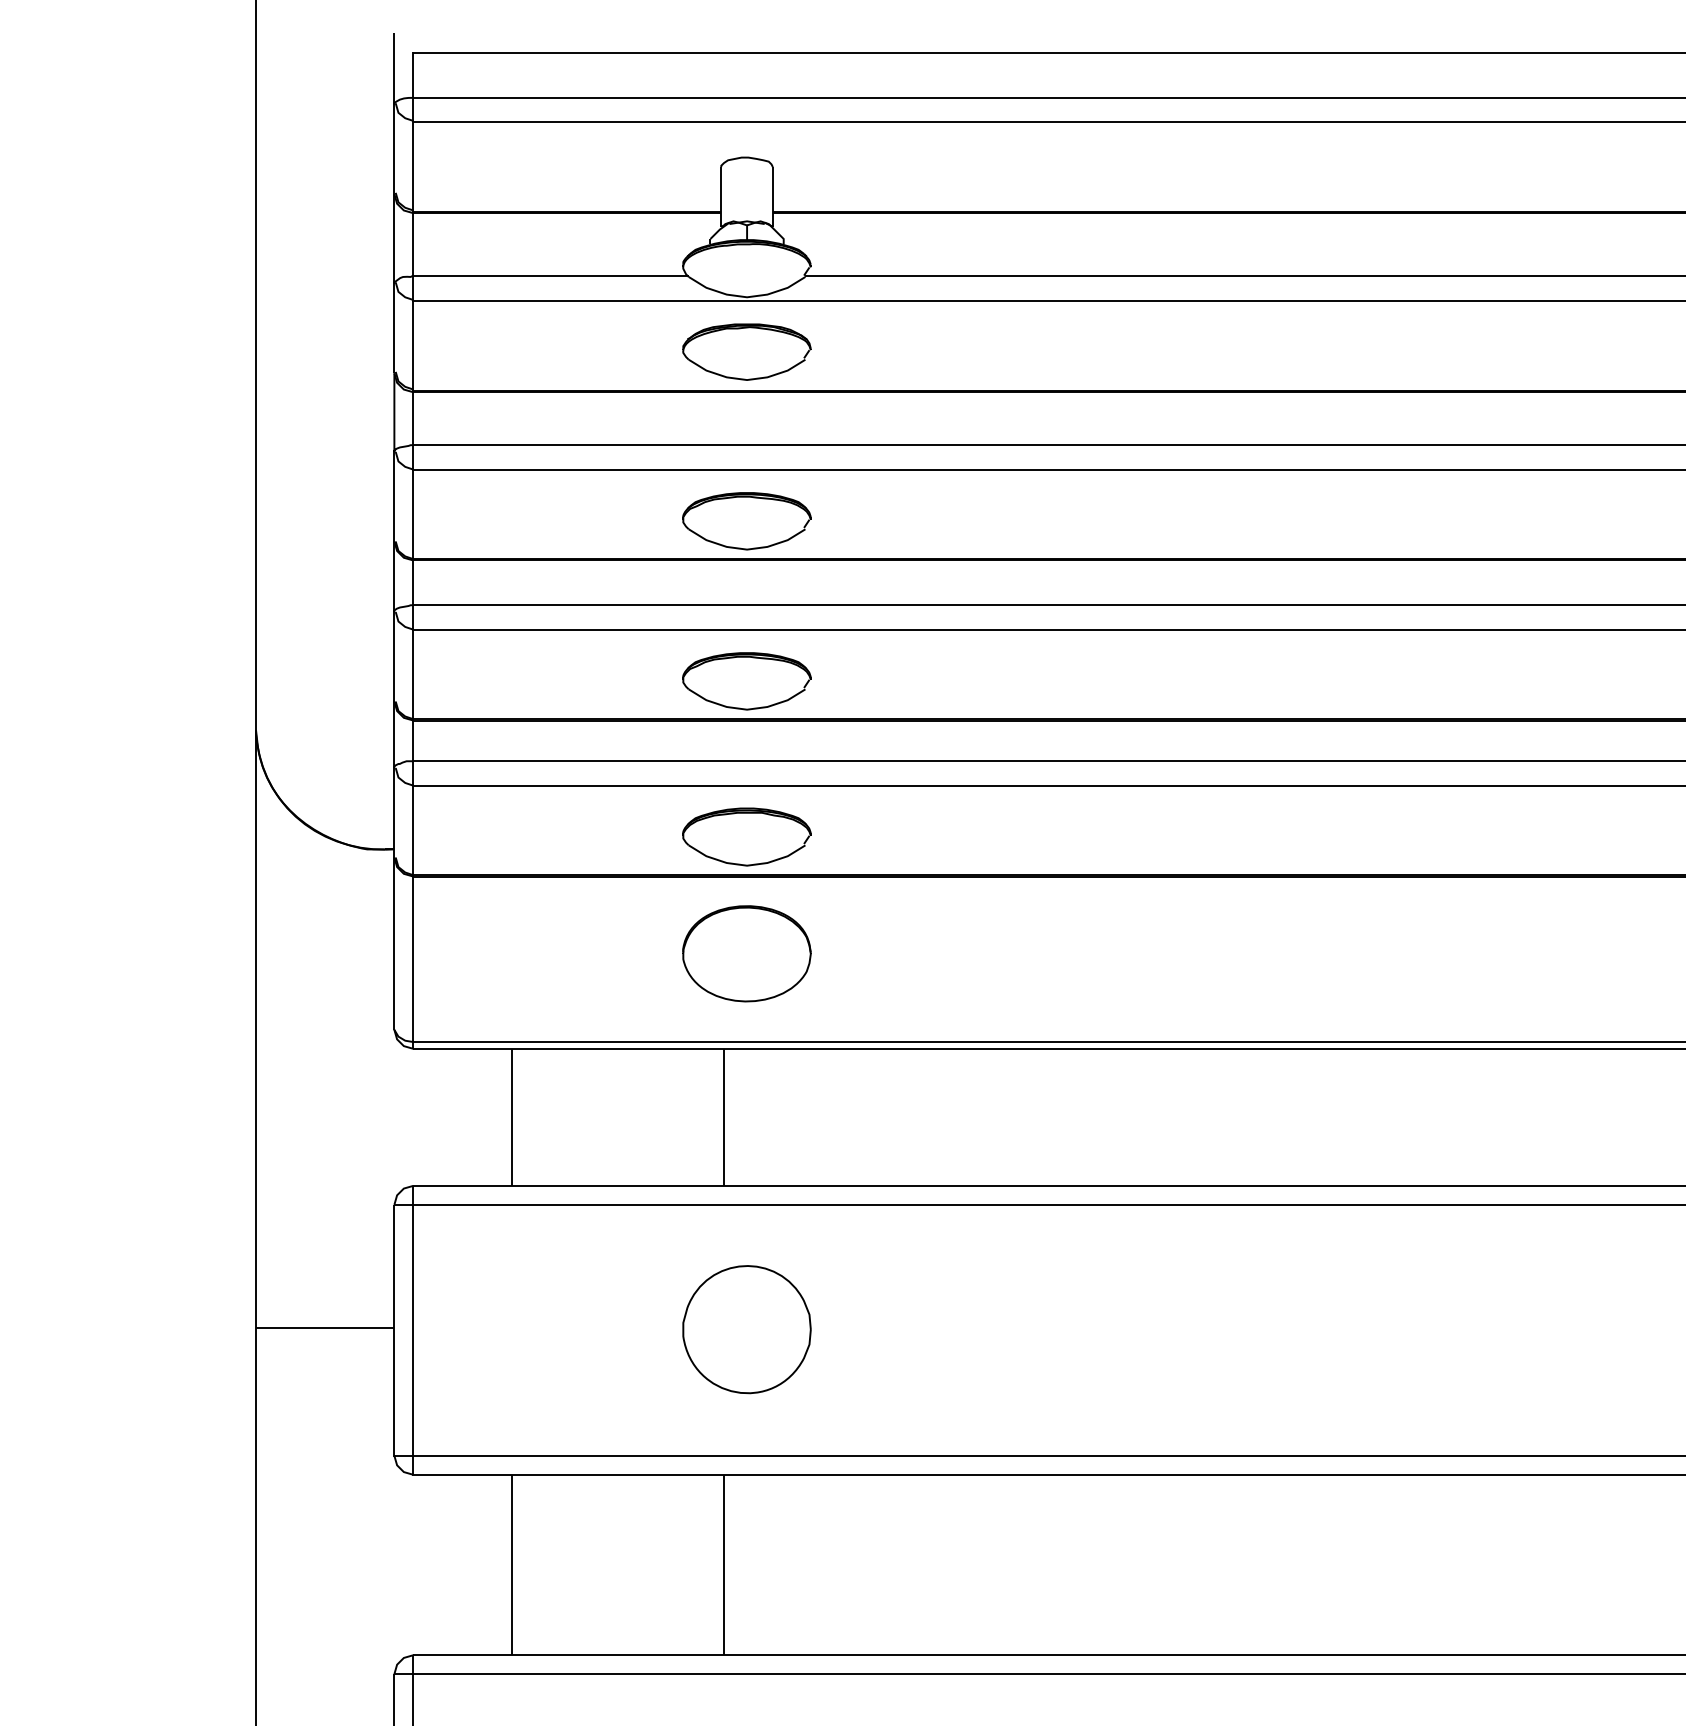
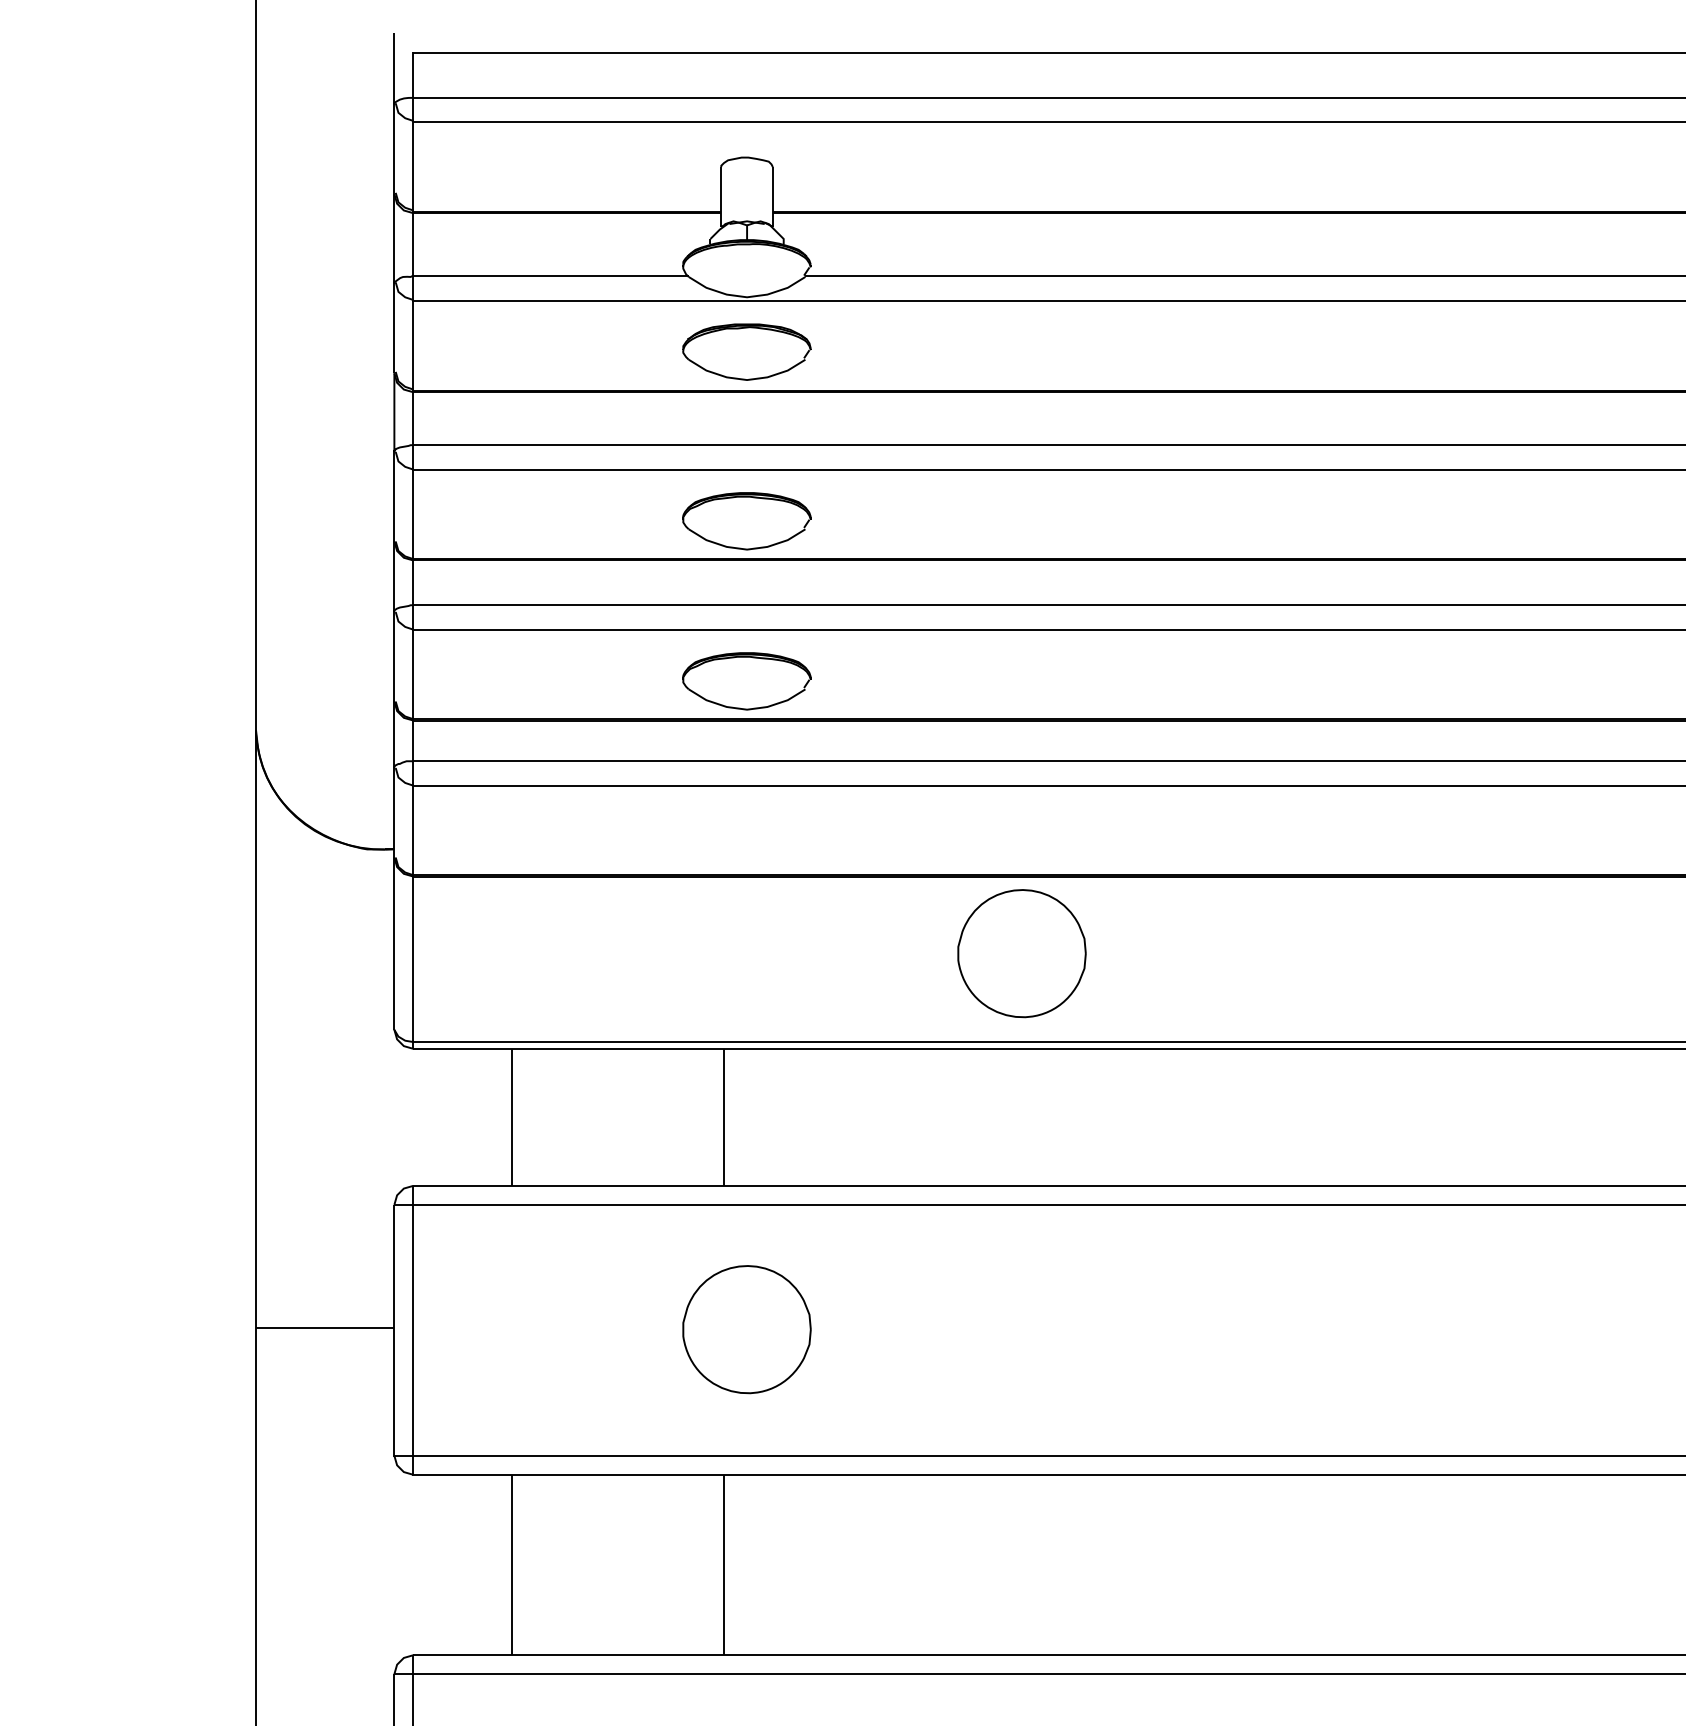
part at (746, 836): present -> none
part at (746, 953): present -> none
part at (1021, 953): none -> present
